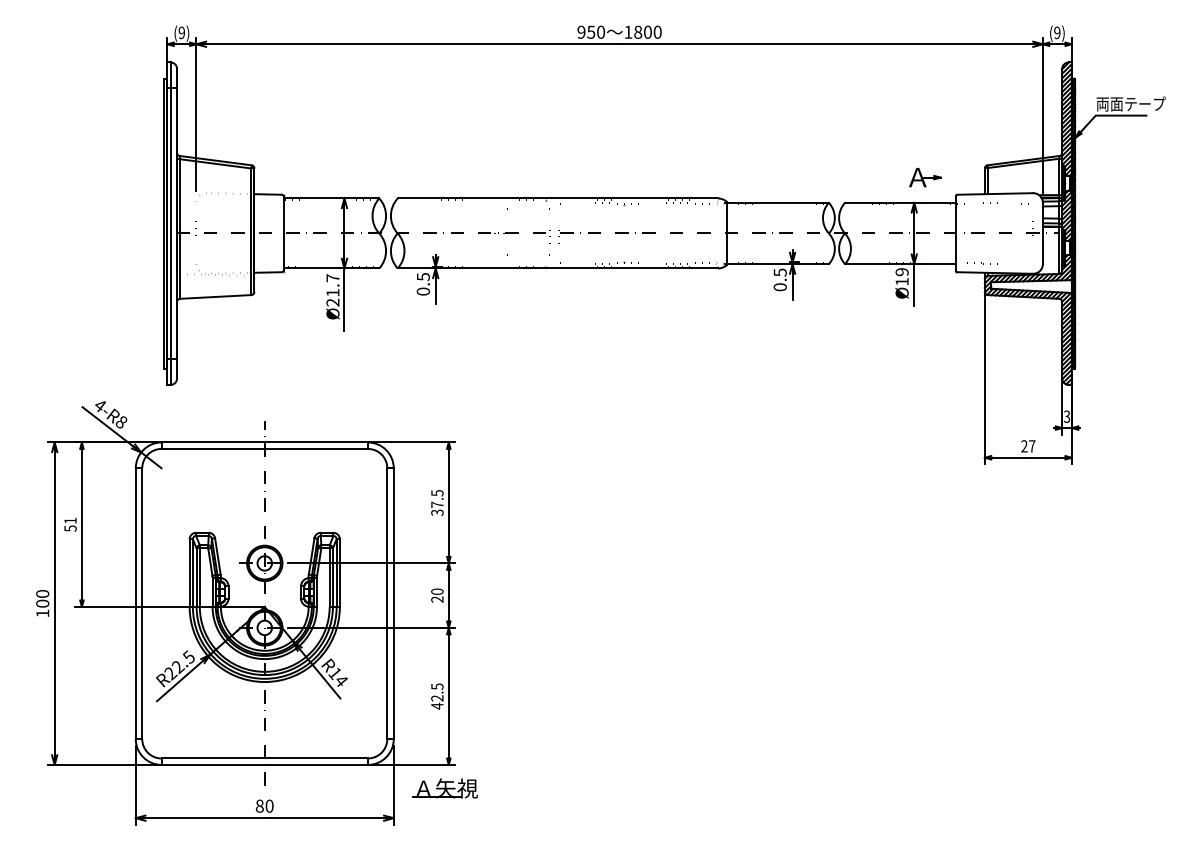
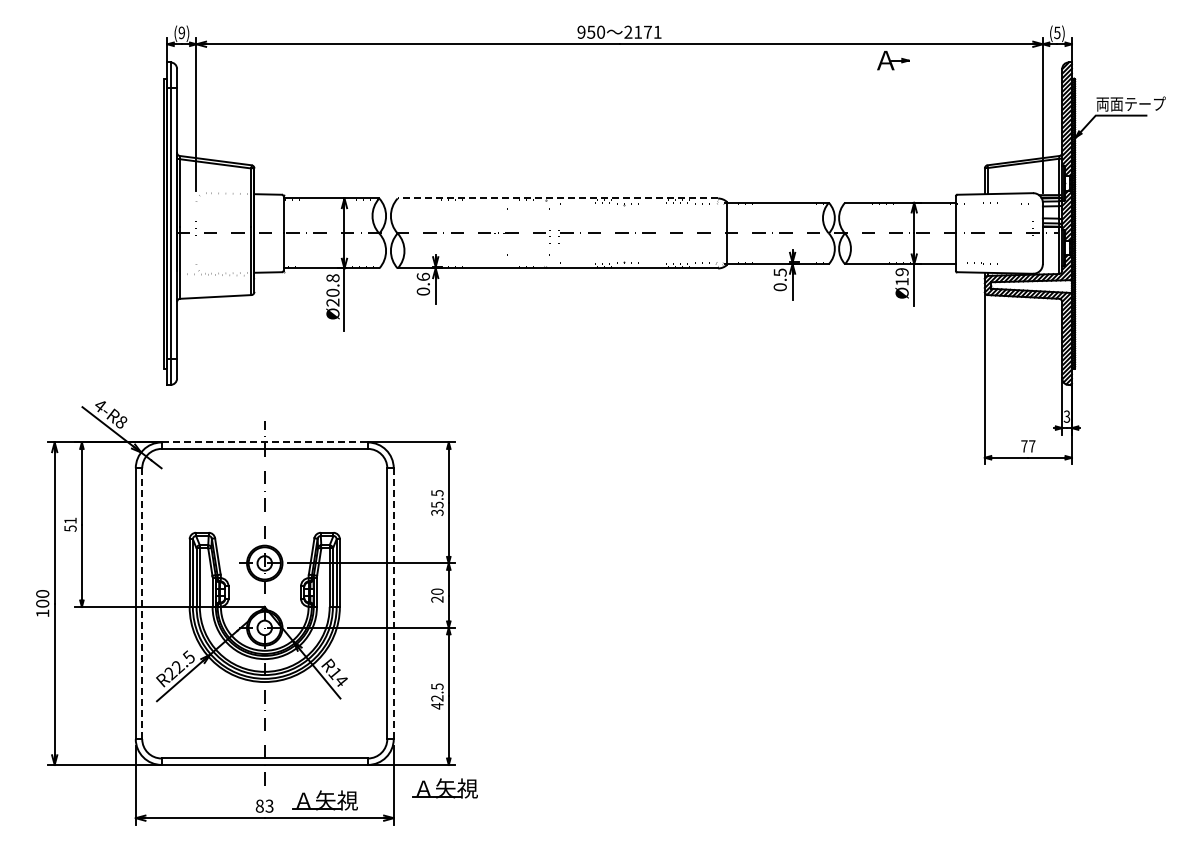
text at (642, 31): 1800 -> 2171
text at (1057, 32): (9) -> (5)
part at (925, 177) position: (925, 177) -> (893, 60)
line at (557, 198): solid -> dashed
text at (422, 276): 0.5 -> 0.6
text at (332, 285): Ø21.7 -> Ø20.8
line at (265, 442): solid -> dashed
text at (1024, 446): 27 -> 77
text at (437, 504): 37.5 -> 35.5
line at (142, 604): solid -> dashed
line at (393, 604): solid -> dashed
part at (324, 800): none -> present
text at (269, 805): 80 -> 83
